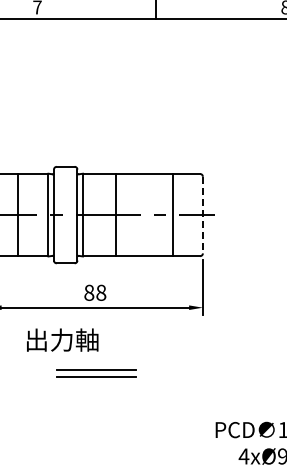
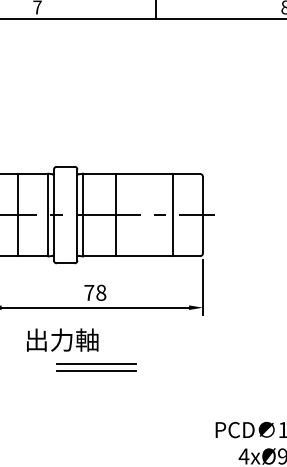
line at (202, 215): dashed -> solid
text at (89, 292): 88 -> 78
part at (96, 373) position: (96, 373) -> (96, 367)
